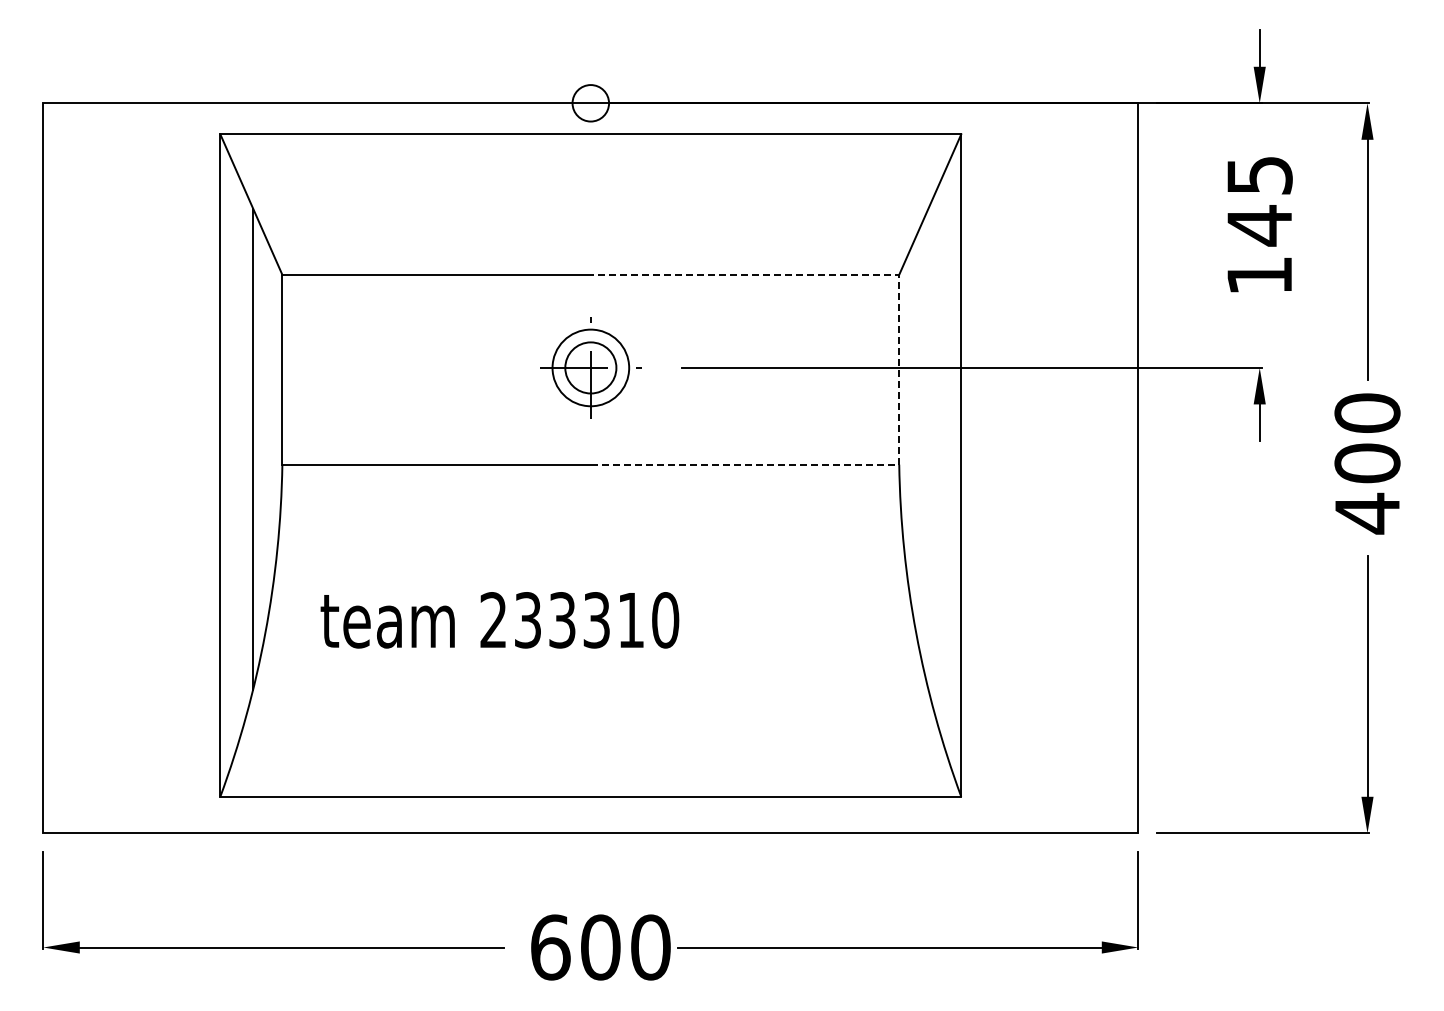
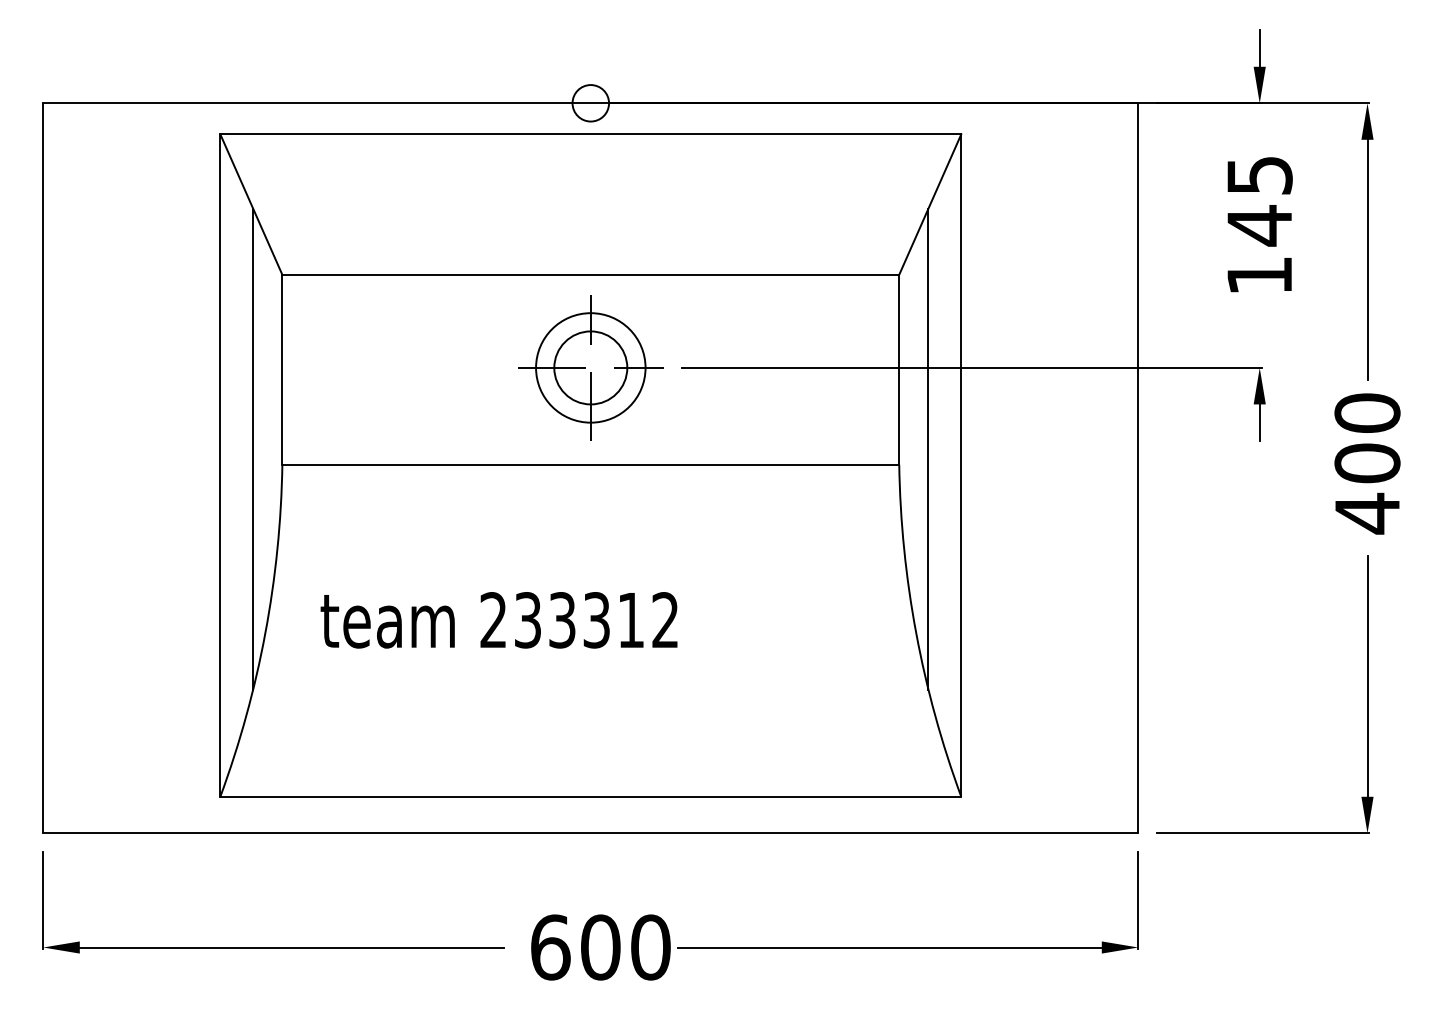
part at (590, 367) size: 102x102 px -> 146x146 px
line at (899, 369): dashed -> solid
line at (928, 448): none -> present
text at (665, 620): 233310 -> 233312
